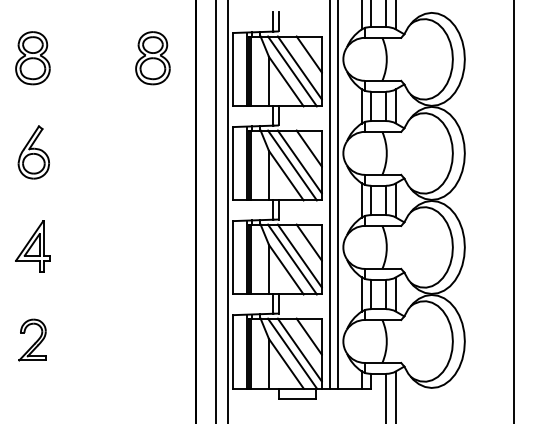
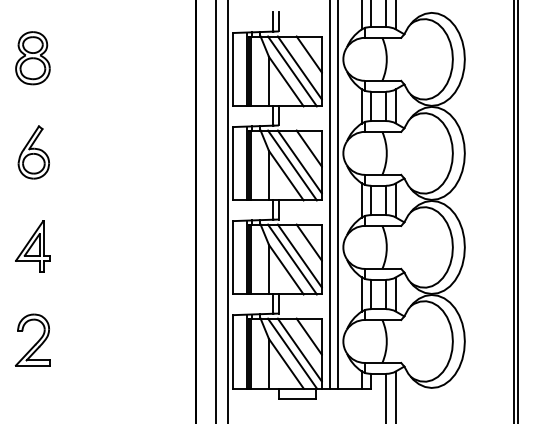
part at (152, 58): present -> none
line at (517, 211): none -> present
part at (32, 339) size: 29x44 px -> 37x54 px
